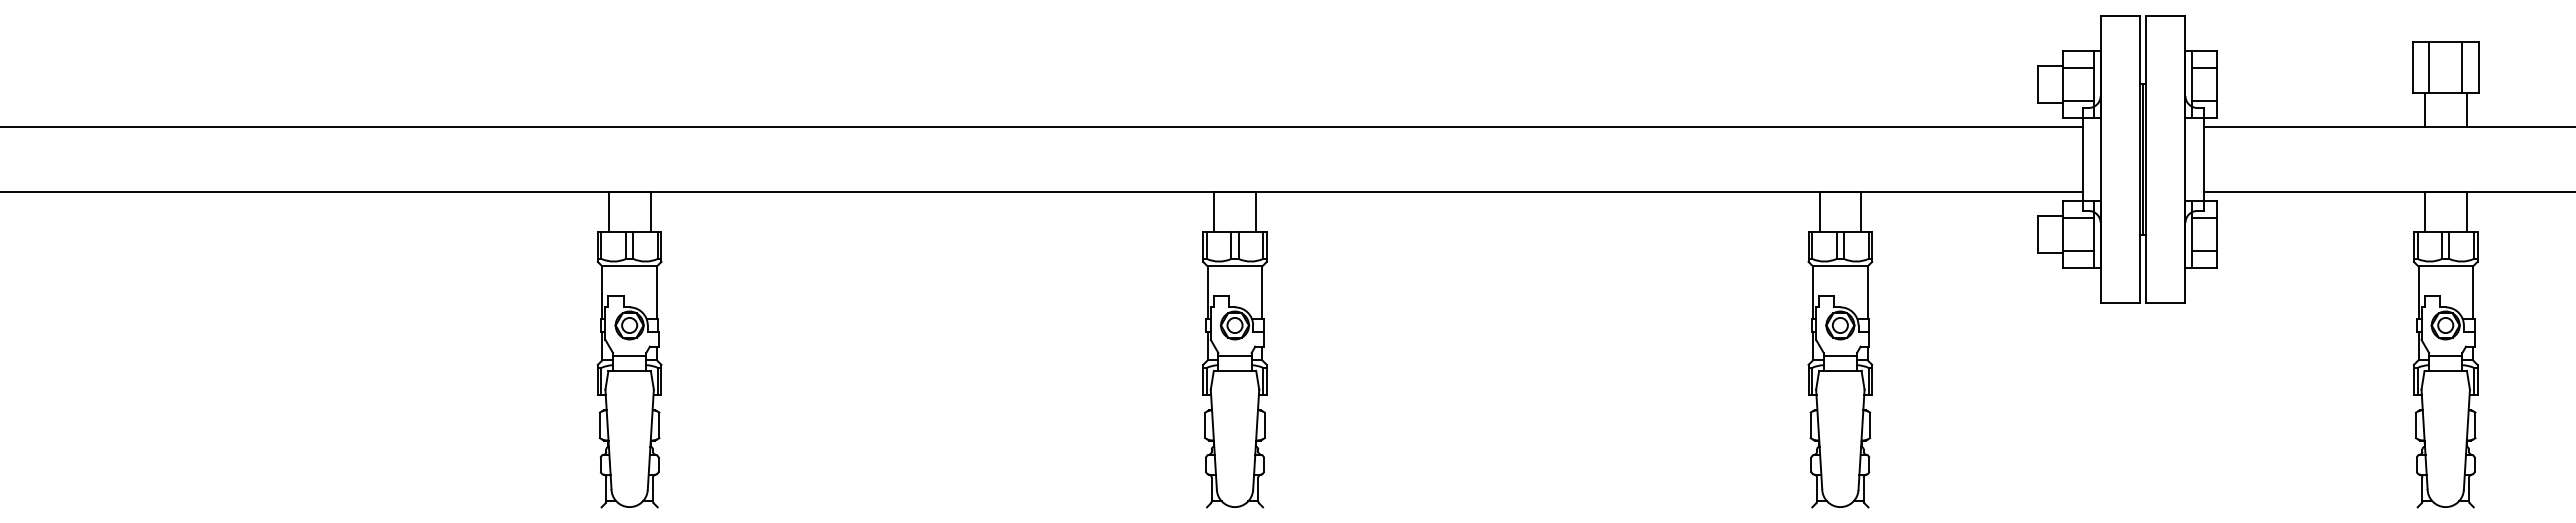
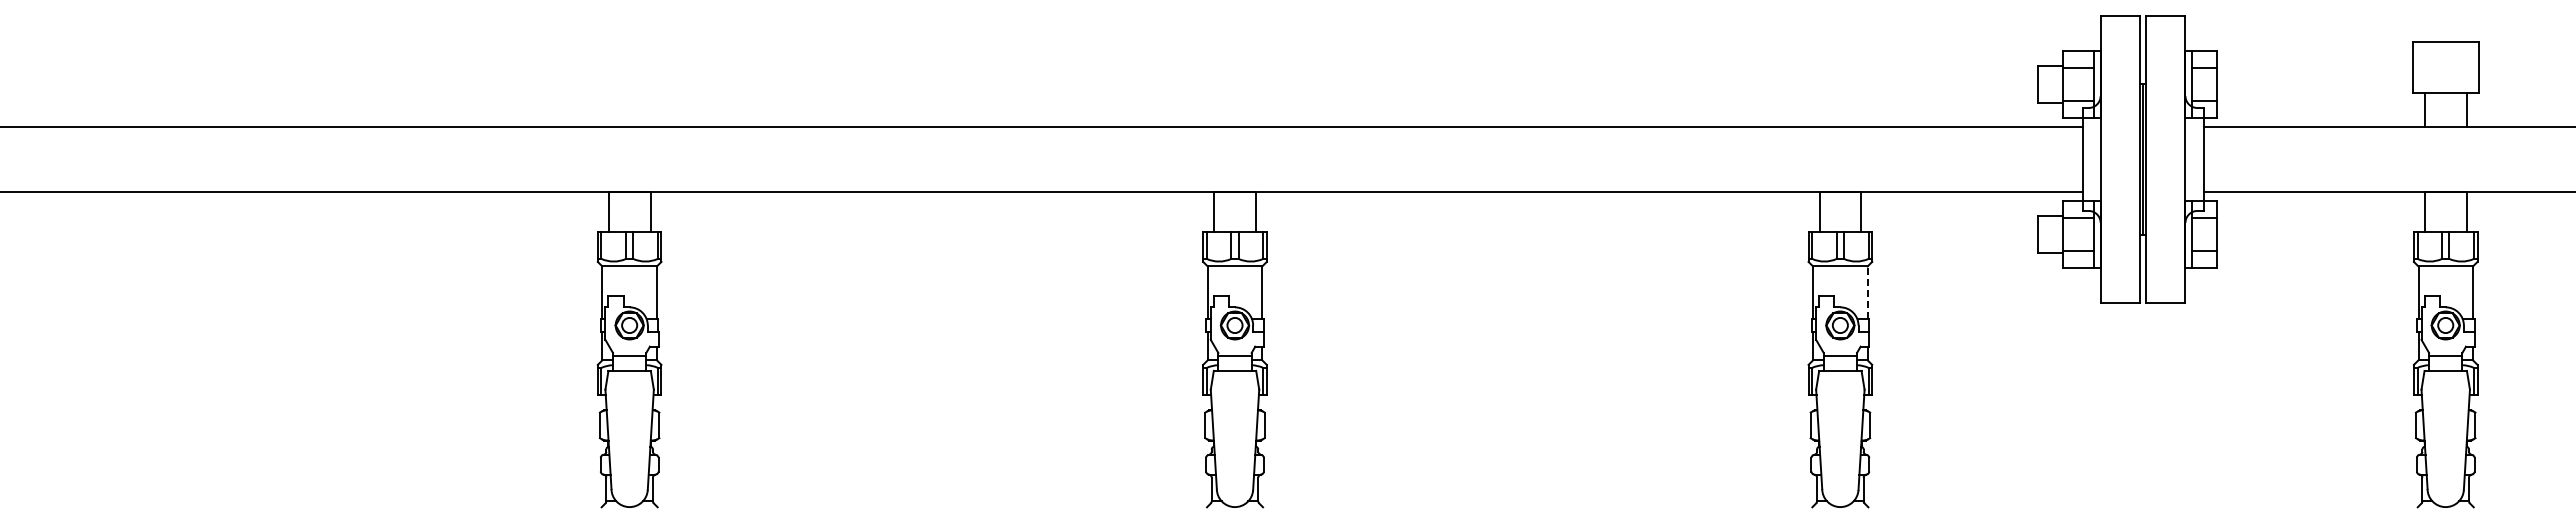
line at (2429, 67): present -> none
line at (2462, 67): present -> none
line at (1867, 292): solid -> dashed
